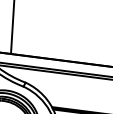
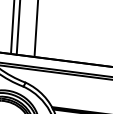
line at (18, 28): none -> present
line at (35, 29): none -> present
